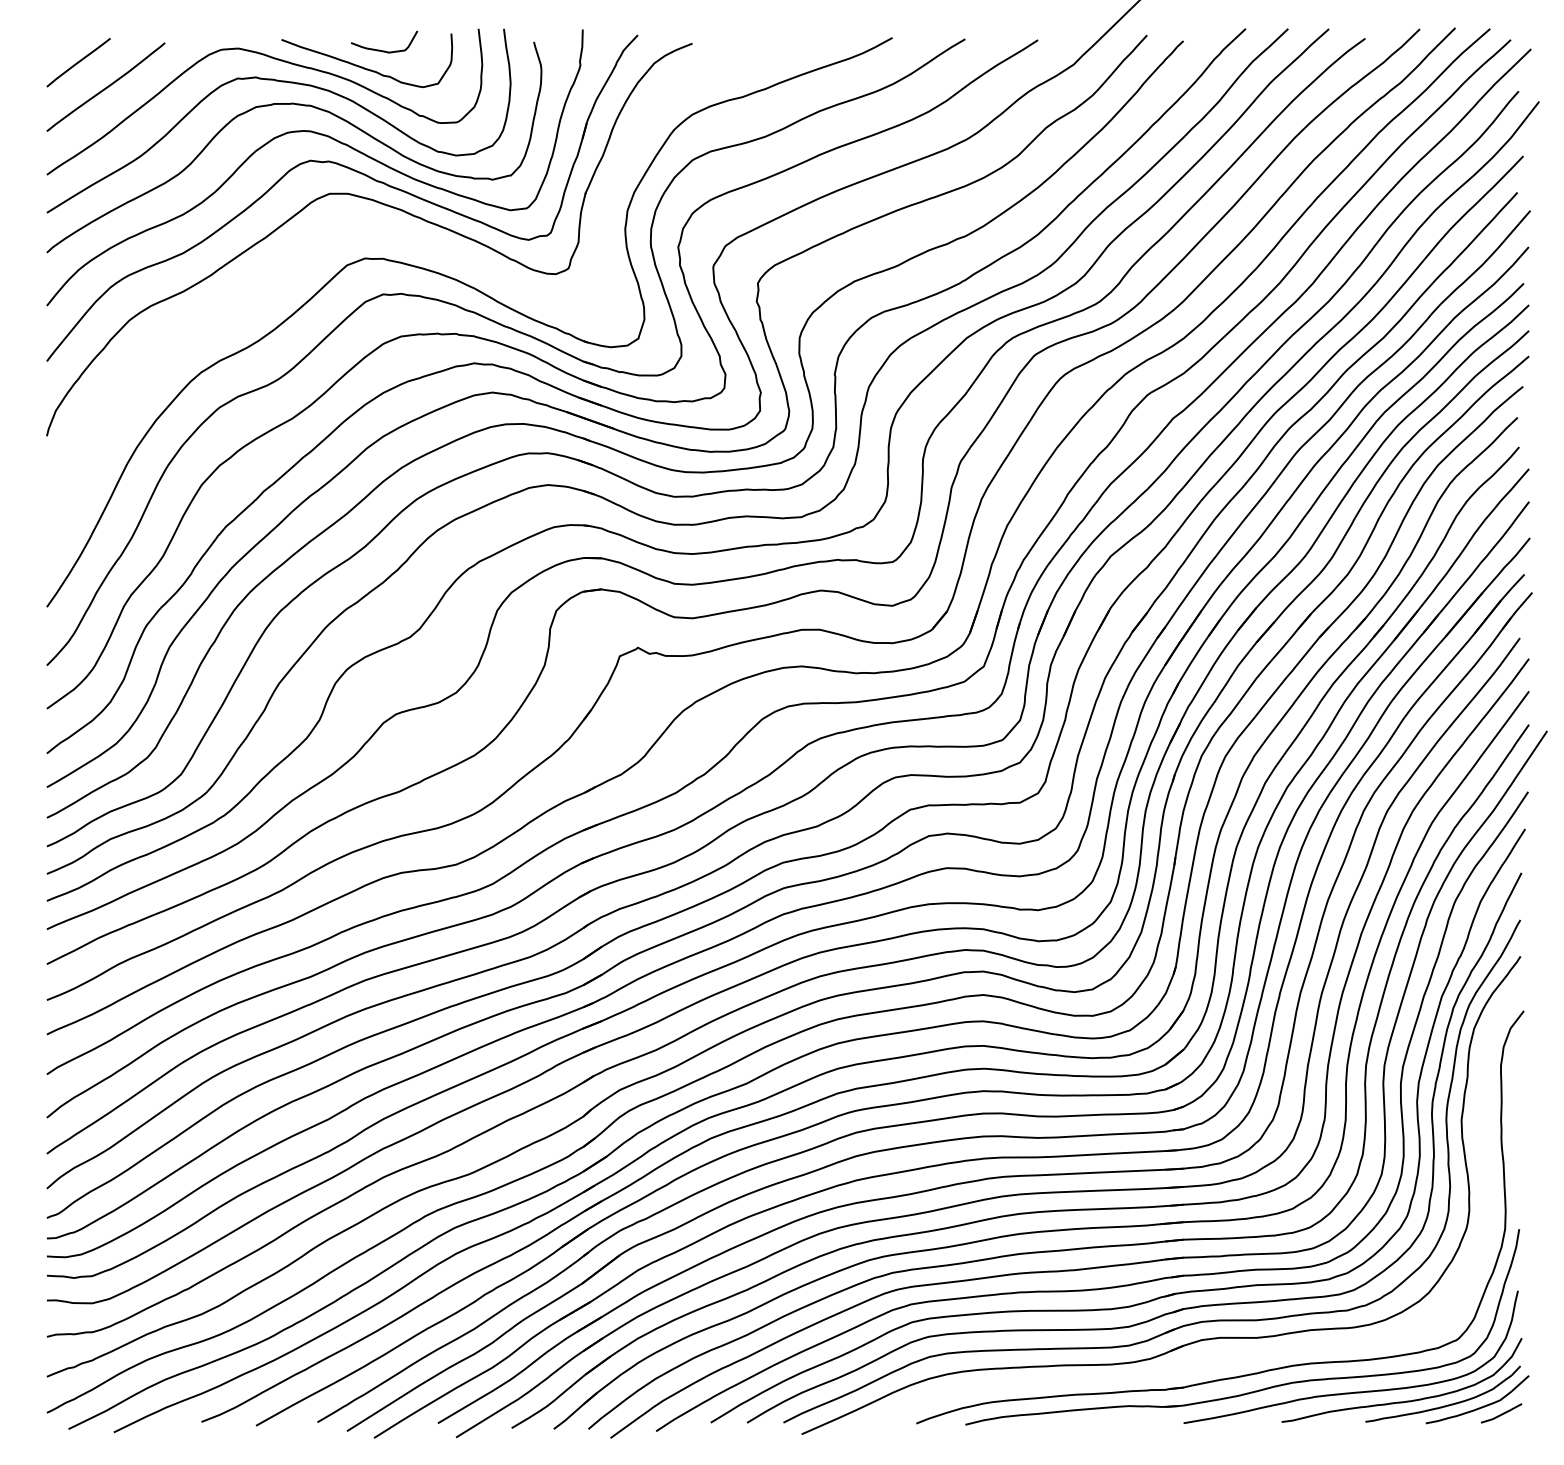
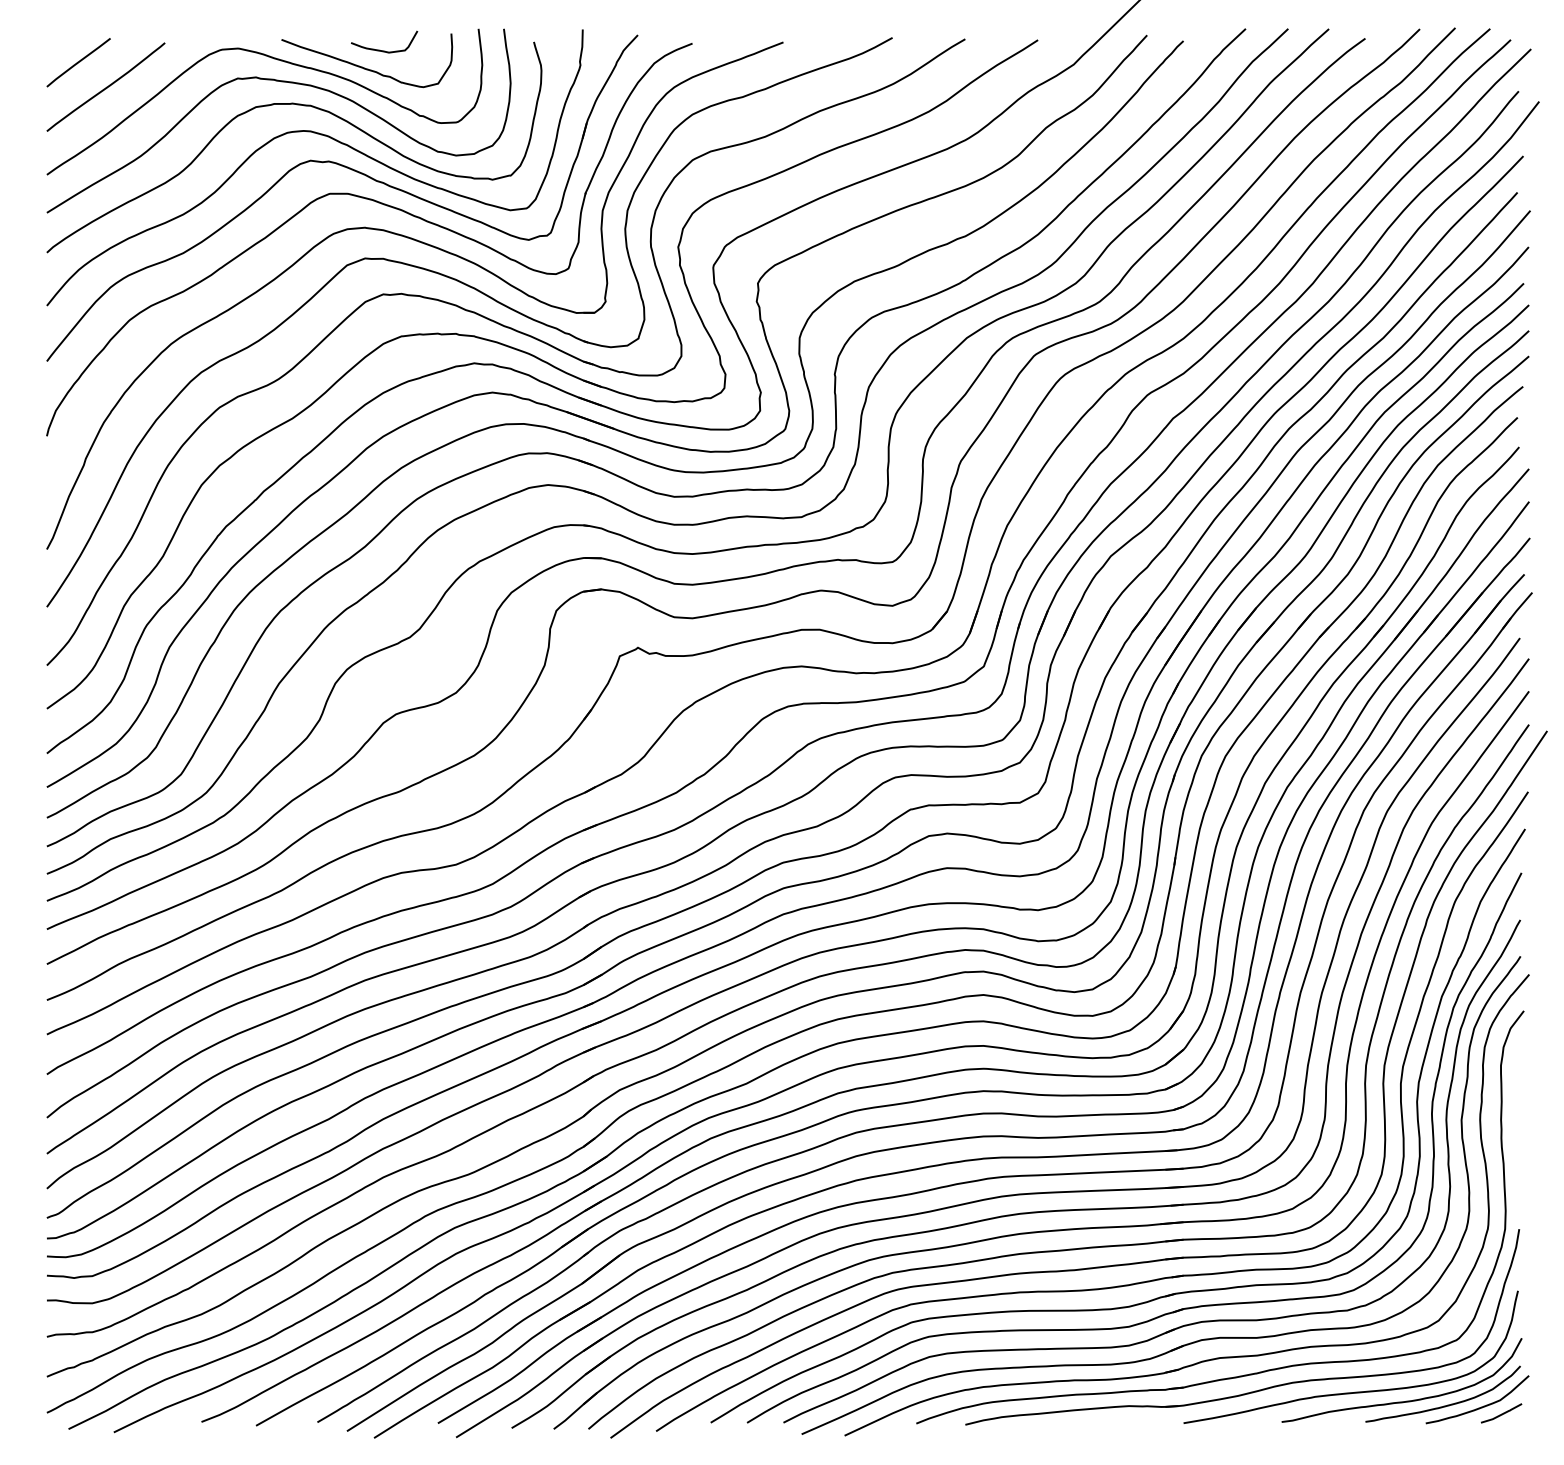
part at (429, 246): none -> present
part at (1216, 1357): none -> present
